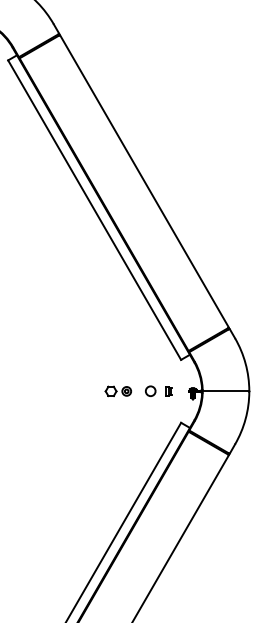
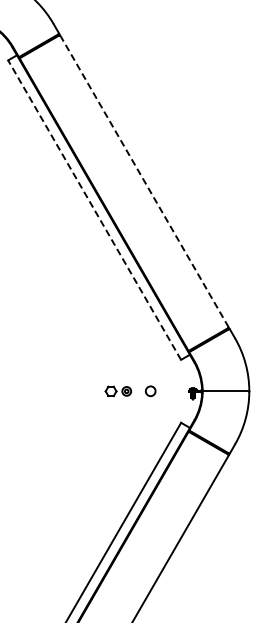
line at (144, 180): solid -> dashed
line at (94, 210): solid -> dashed
part at (168, 391): present -> none
